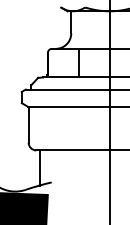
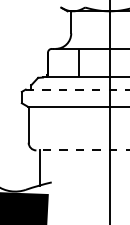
line at (77, 89): solid -> dashed
line at (83, 150): solid -> dashed
